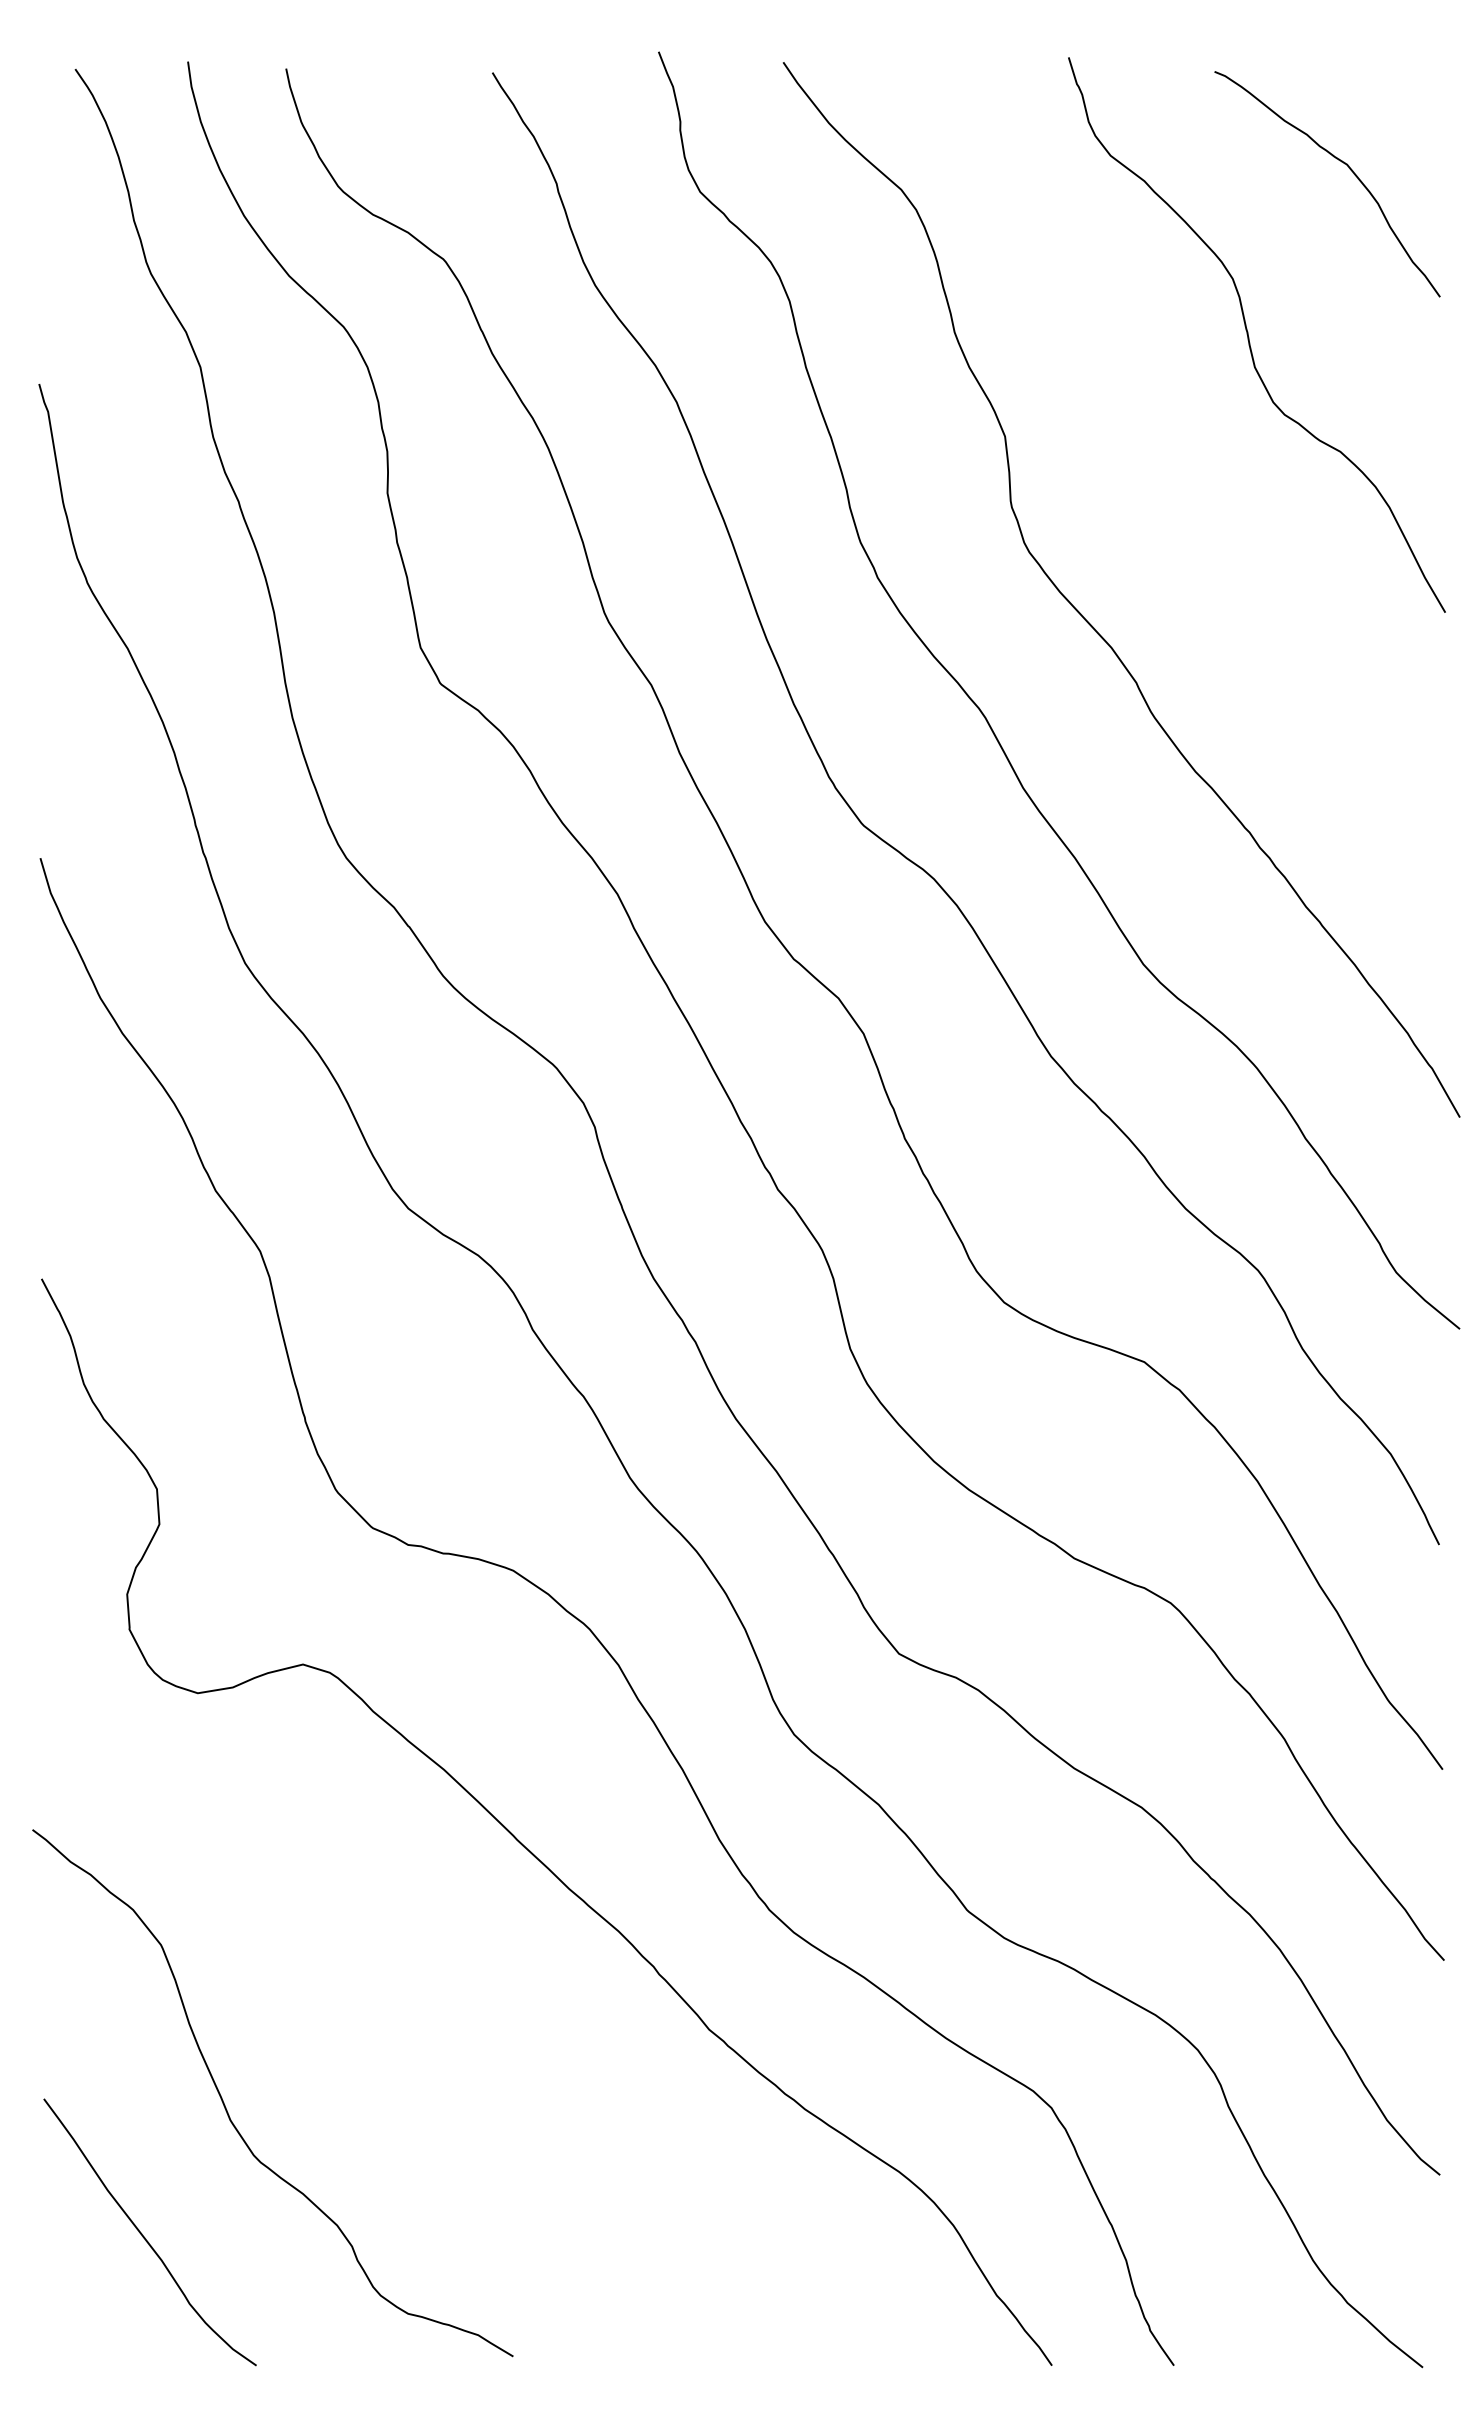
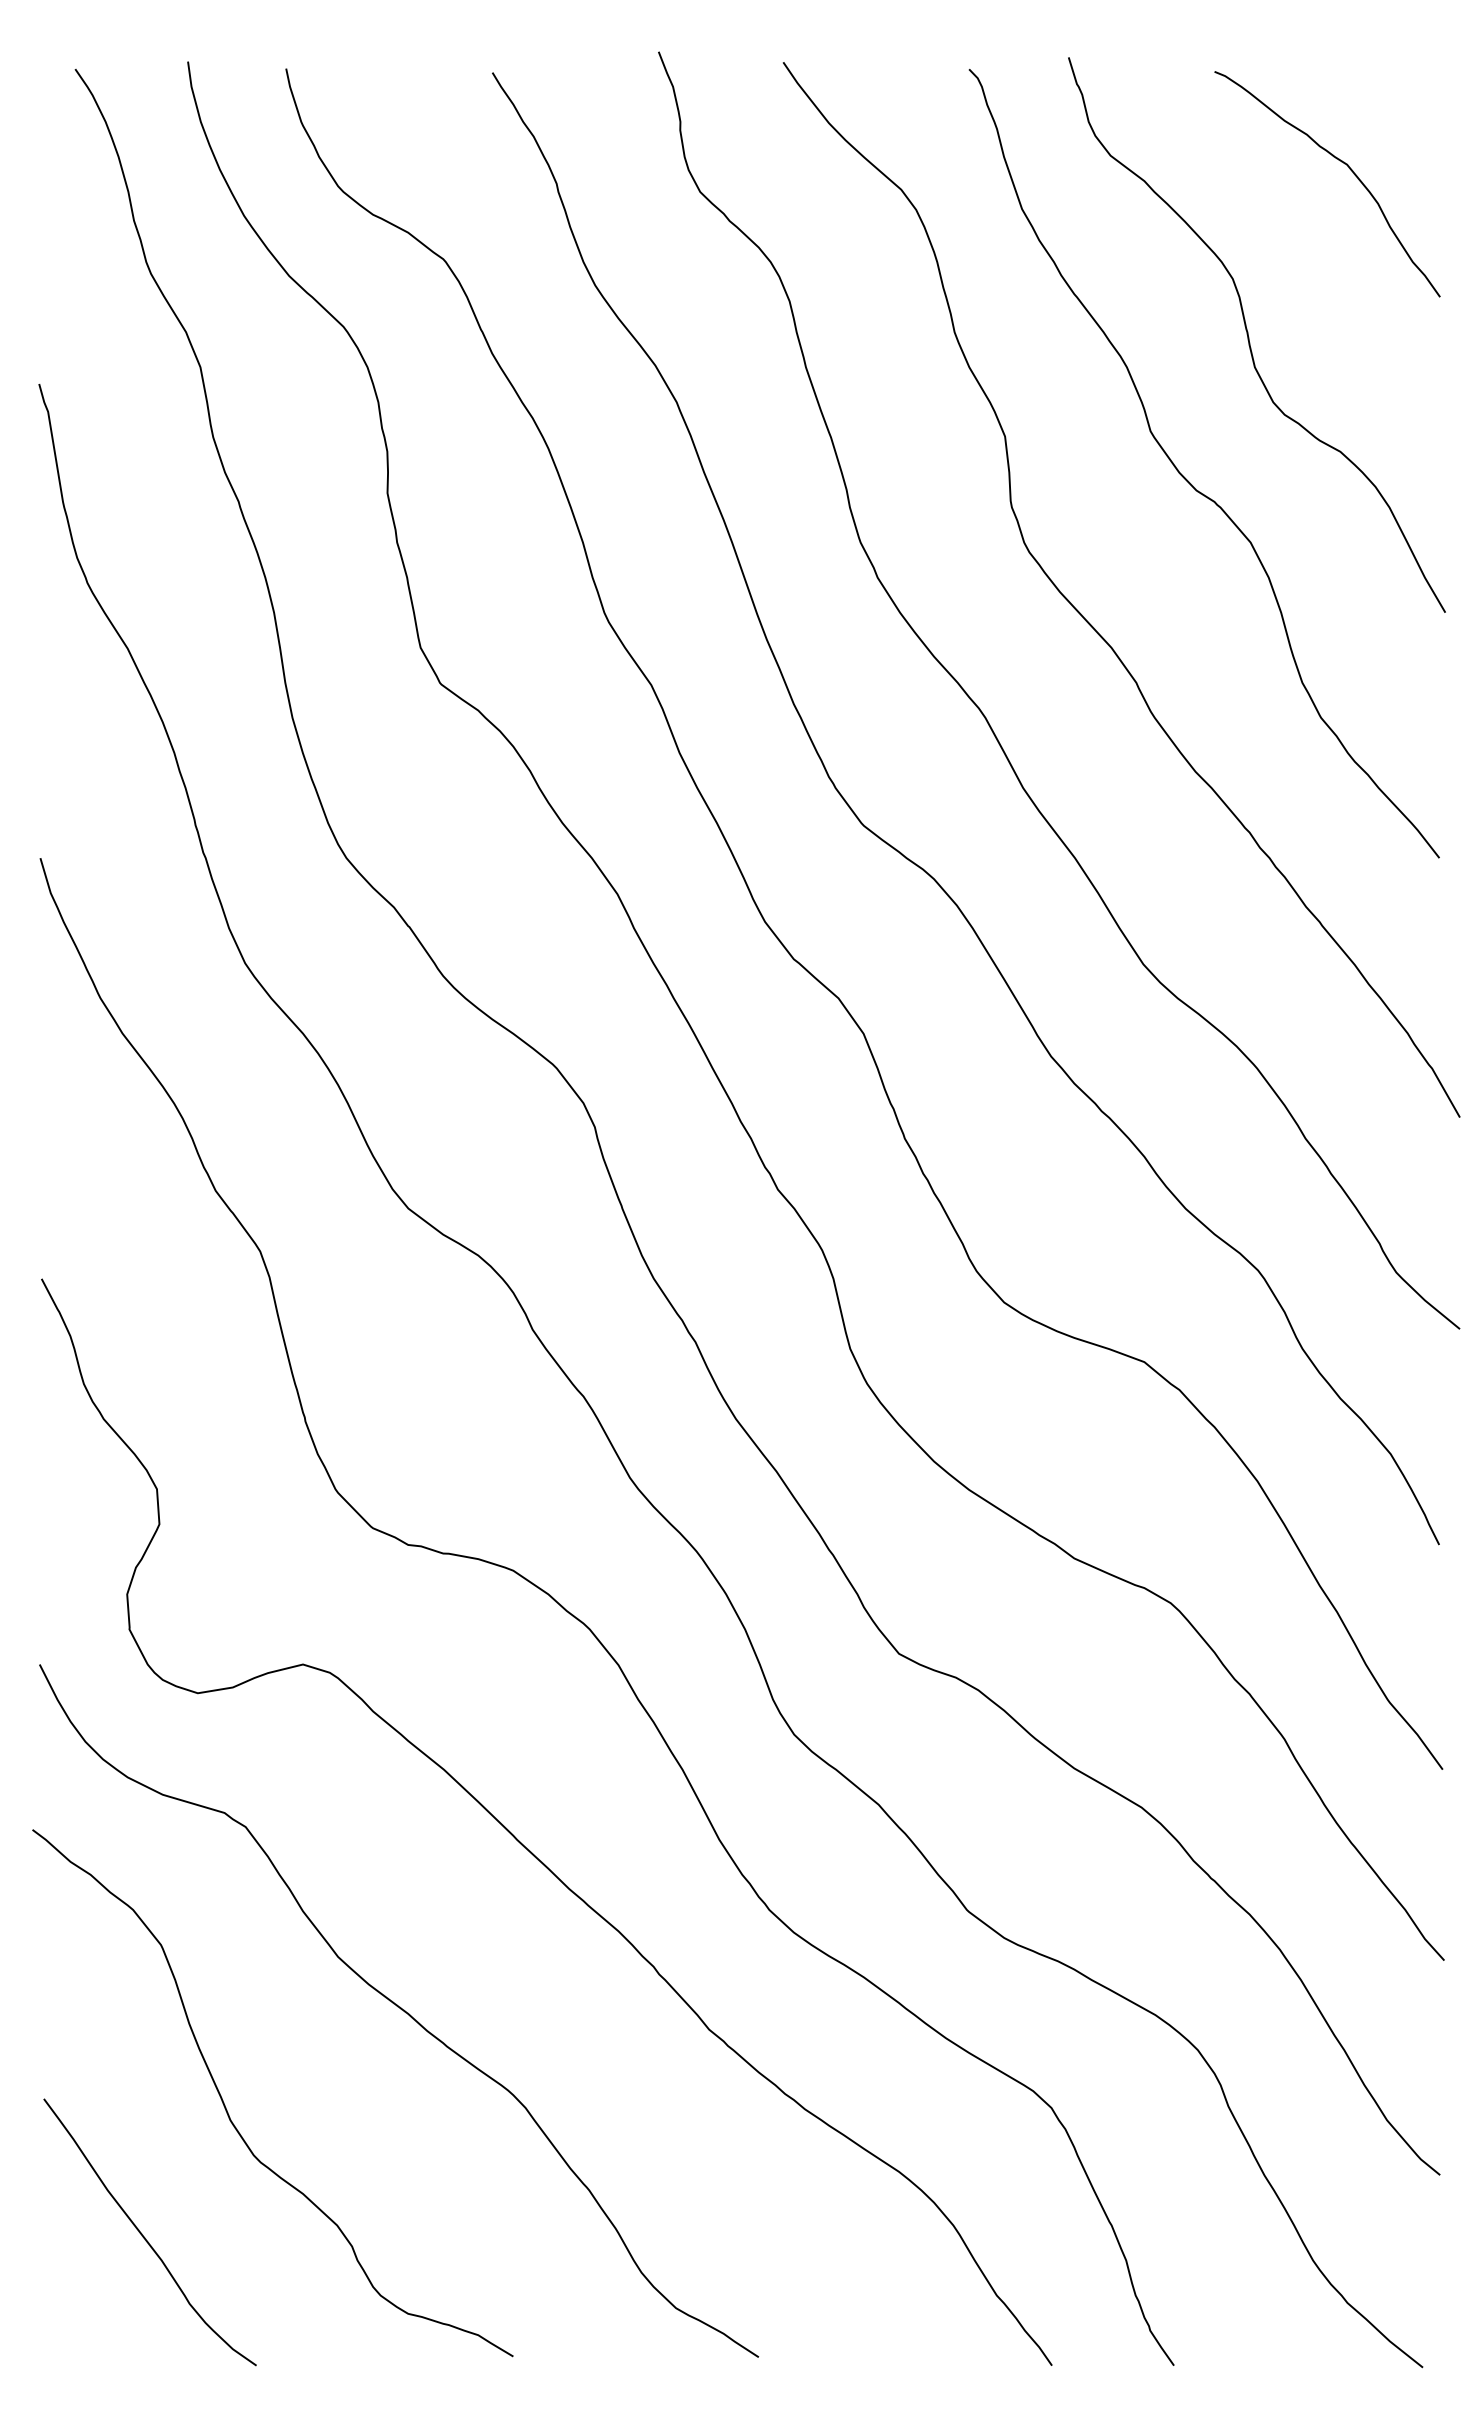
curve at (1187, 479): none -> present
curve at (400, 2009): none -> present
